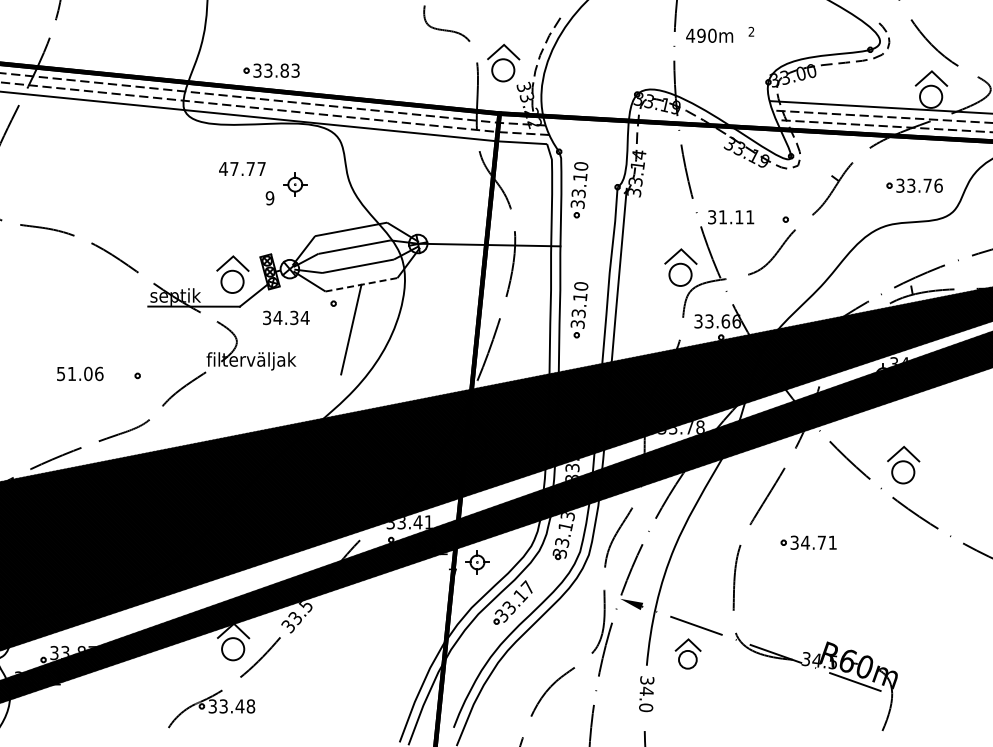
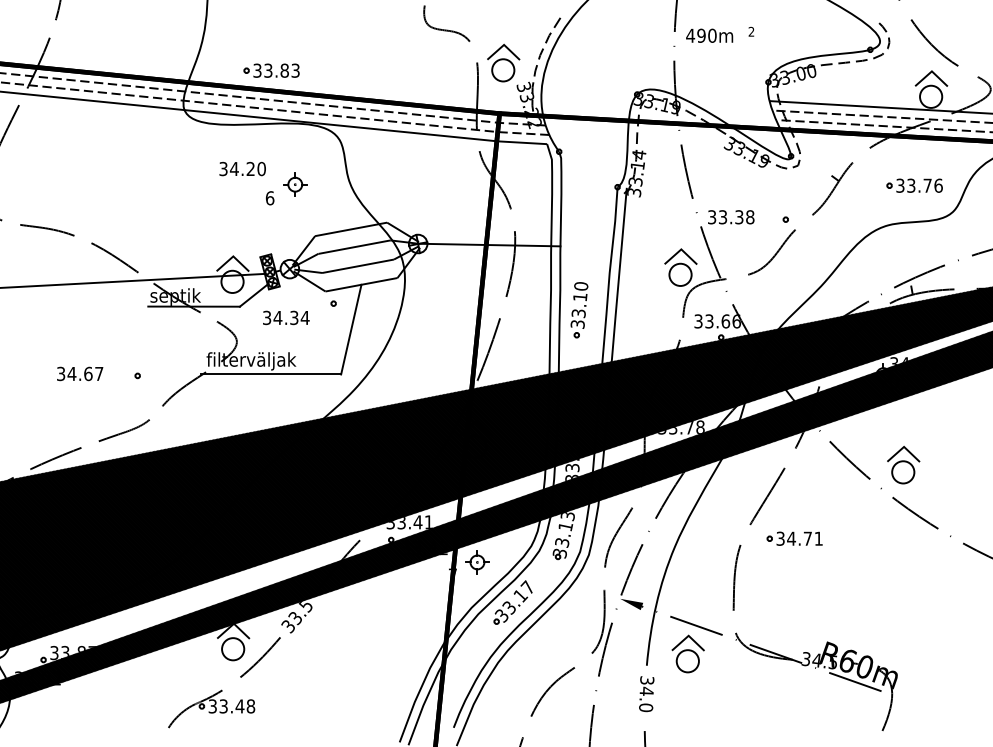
text at (242, 168): 47.77 -> 34.20
part at (579, 190): present -> none
text at (269, 198): 9 -> 6
text at (736, 217): 31.11 -> 33.38
line at (133, 280): none -> present
line at (361, 284): dashed -> solid
text at (80, 373): 51.06 -> 34.67
line at (271, 374): none -> present
part at (808, 542) position: (808, 542) -> (794, 538)
part at (687, 653) size: 28x32 px -> 34x40 px
